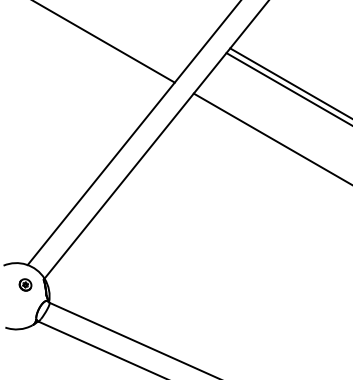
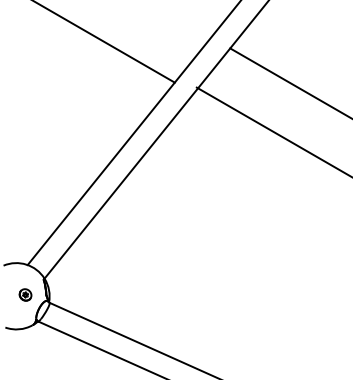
line at (287, 88): present -> none
line at (271, 138) position: (271, 138) -> (272, 131)
part at (25, 284) position: (25, 284) -> (25, 294)
